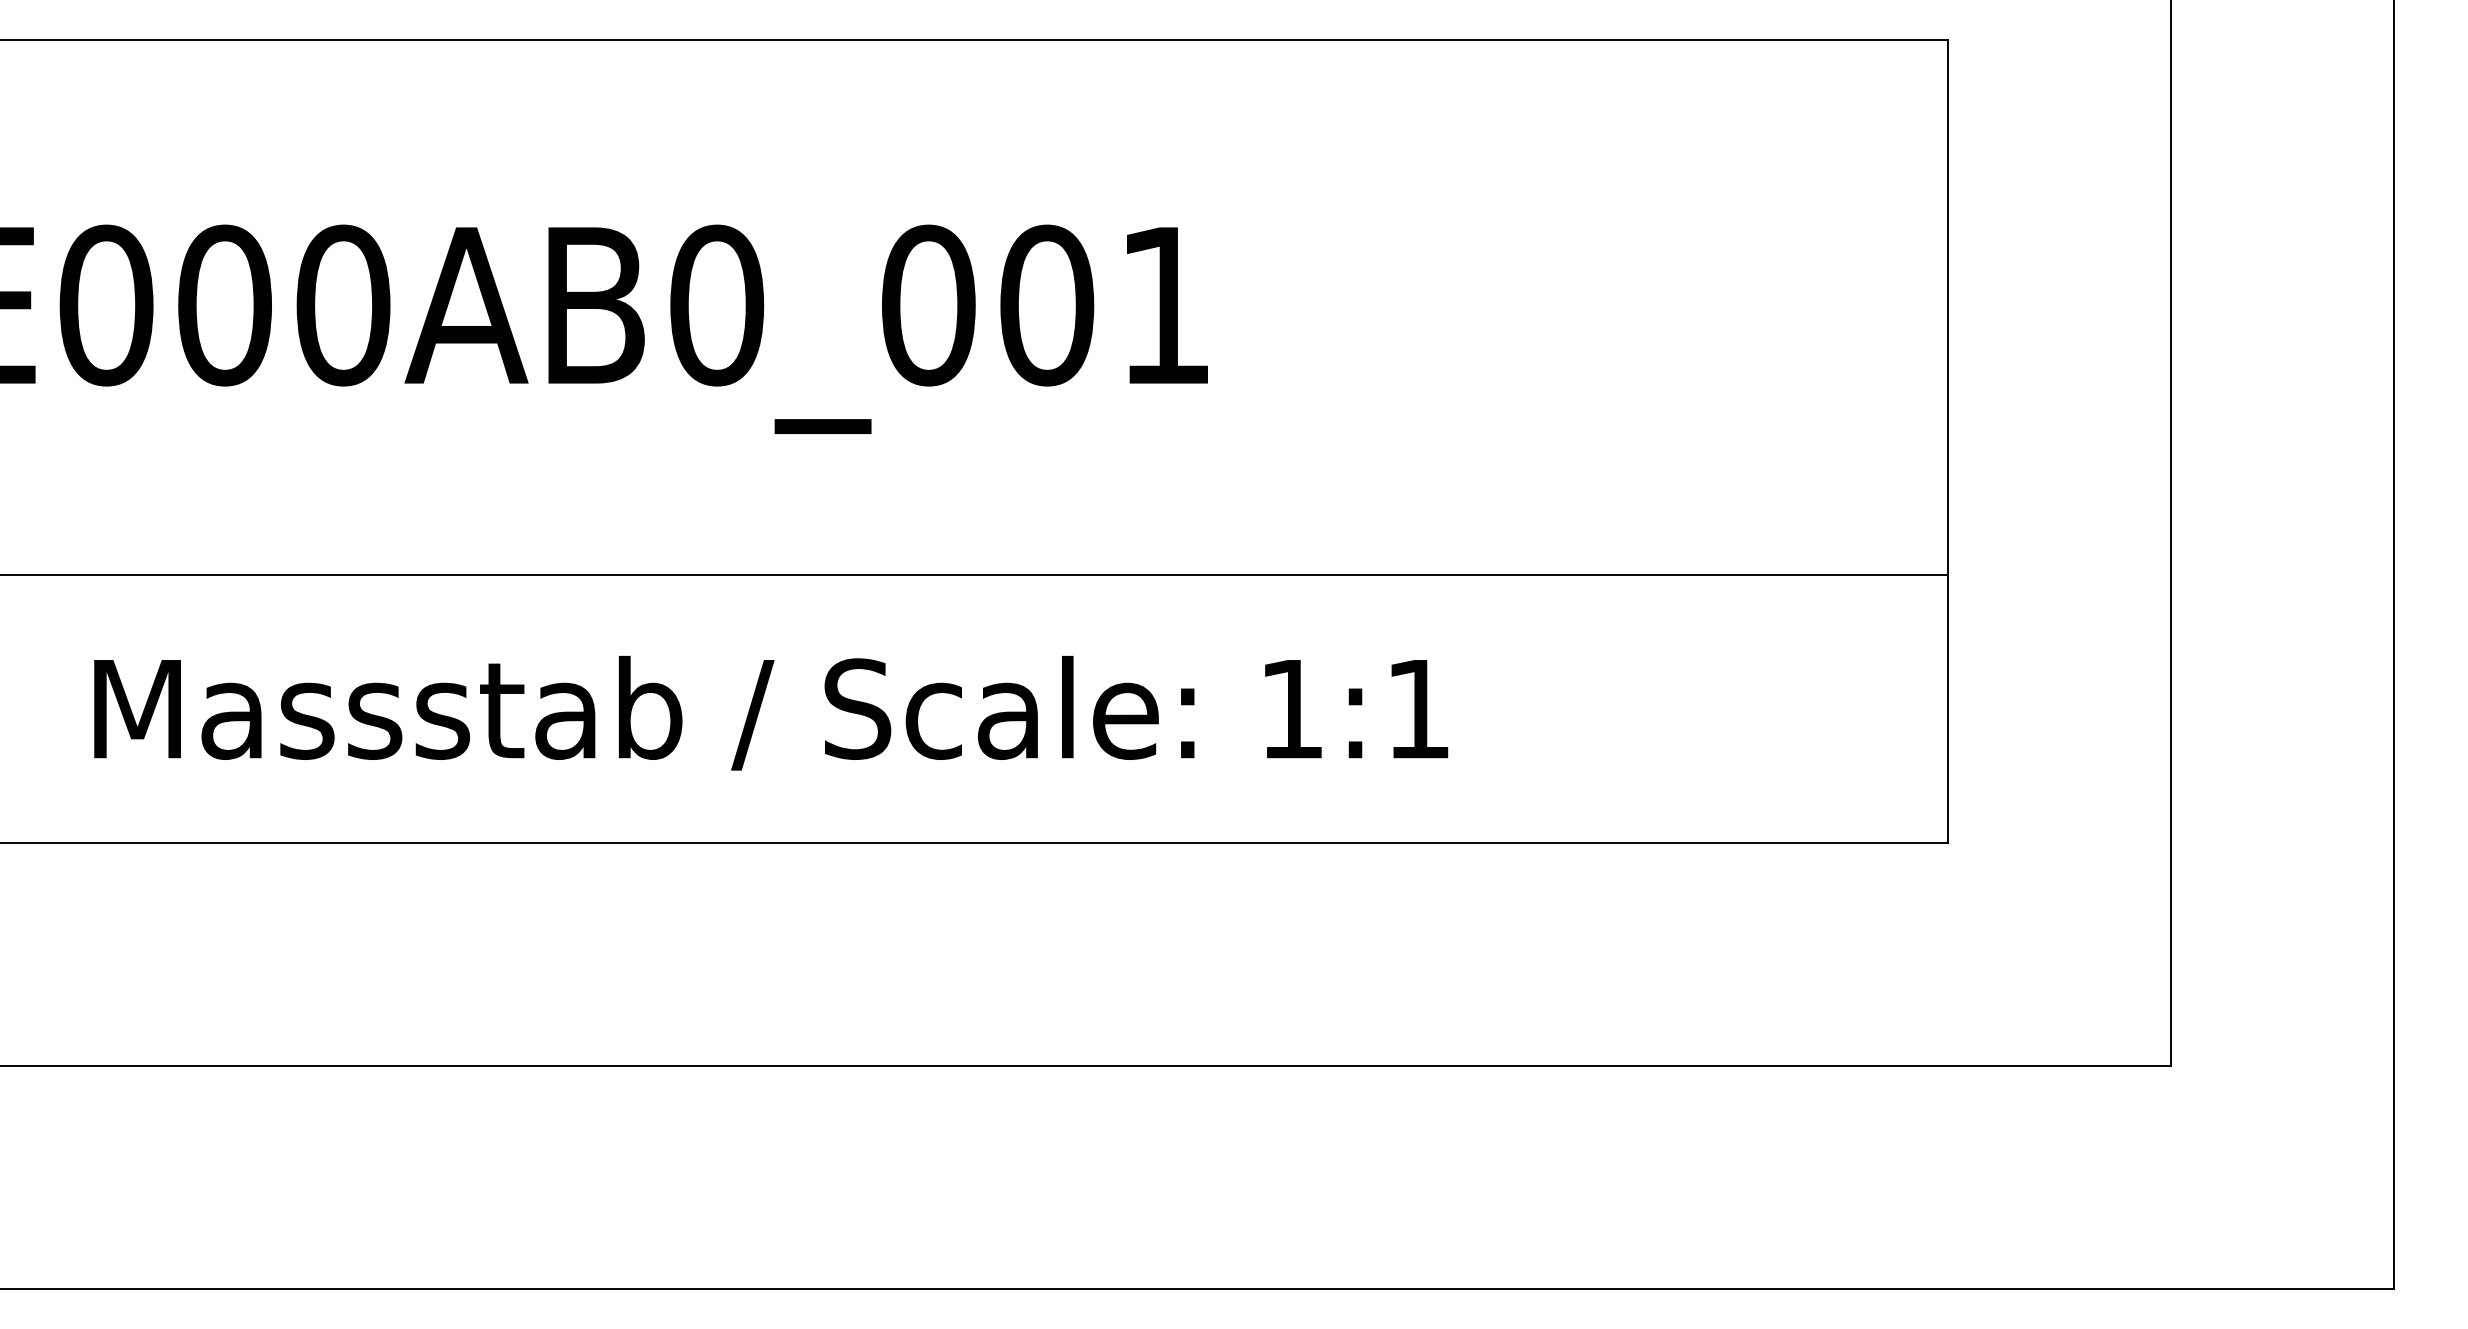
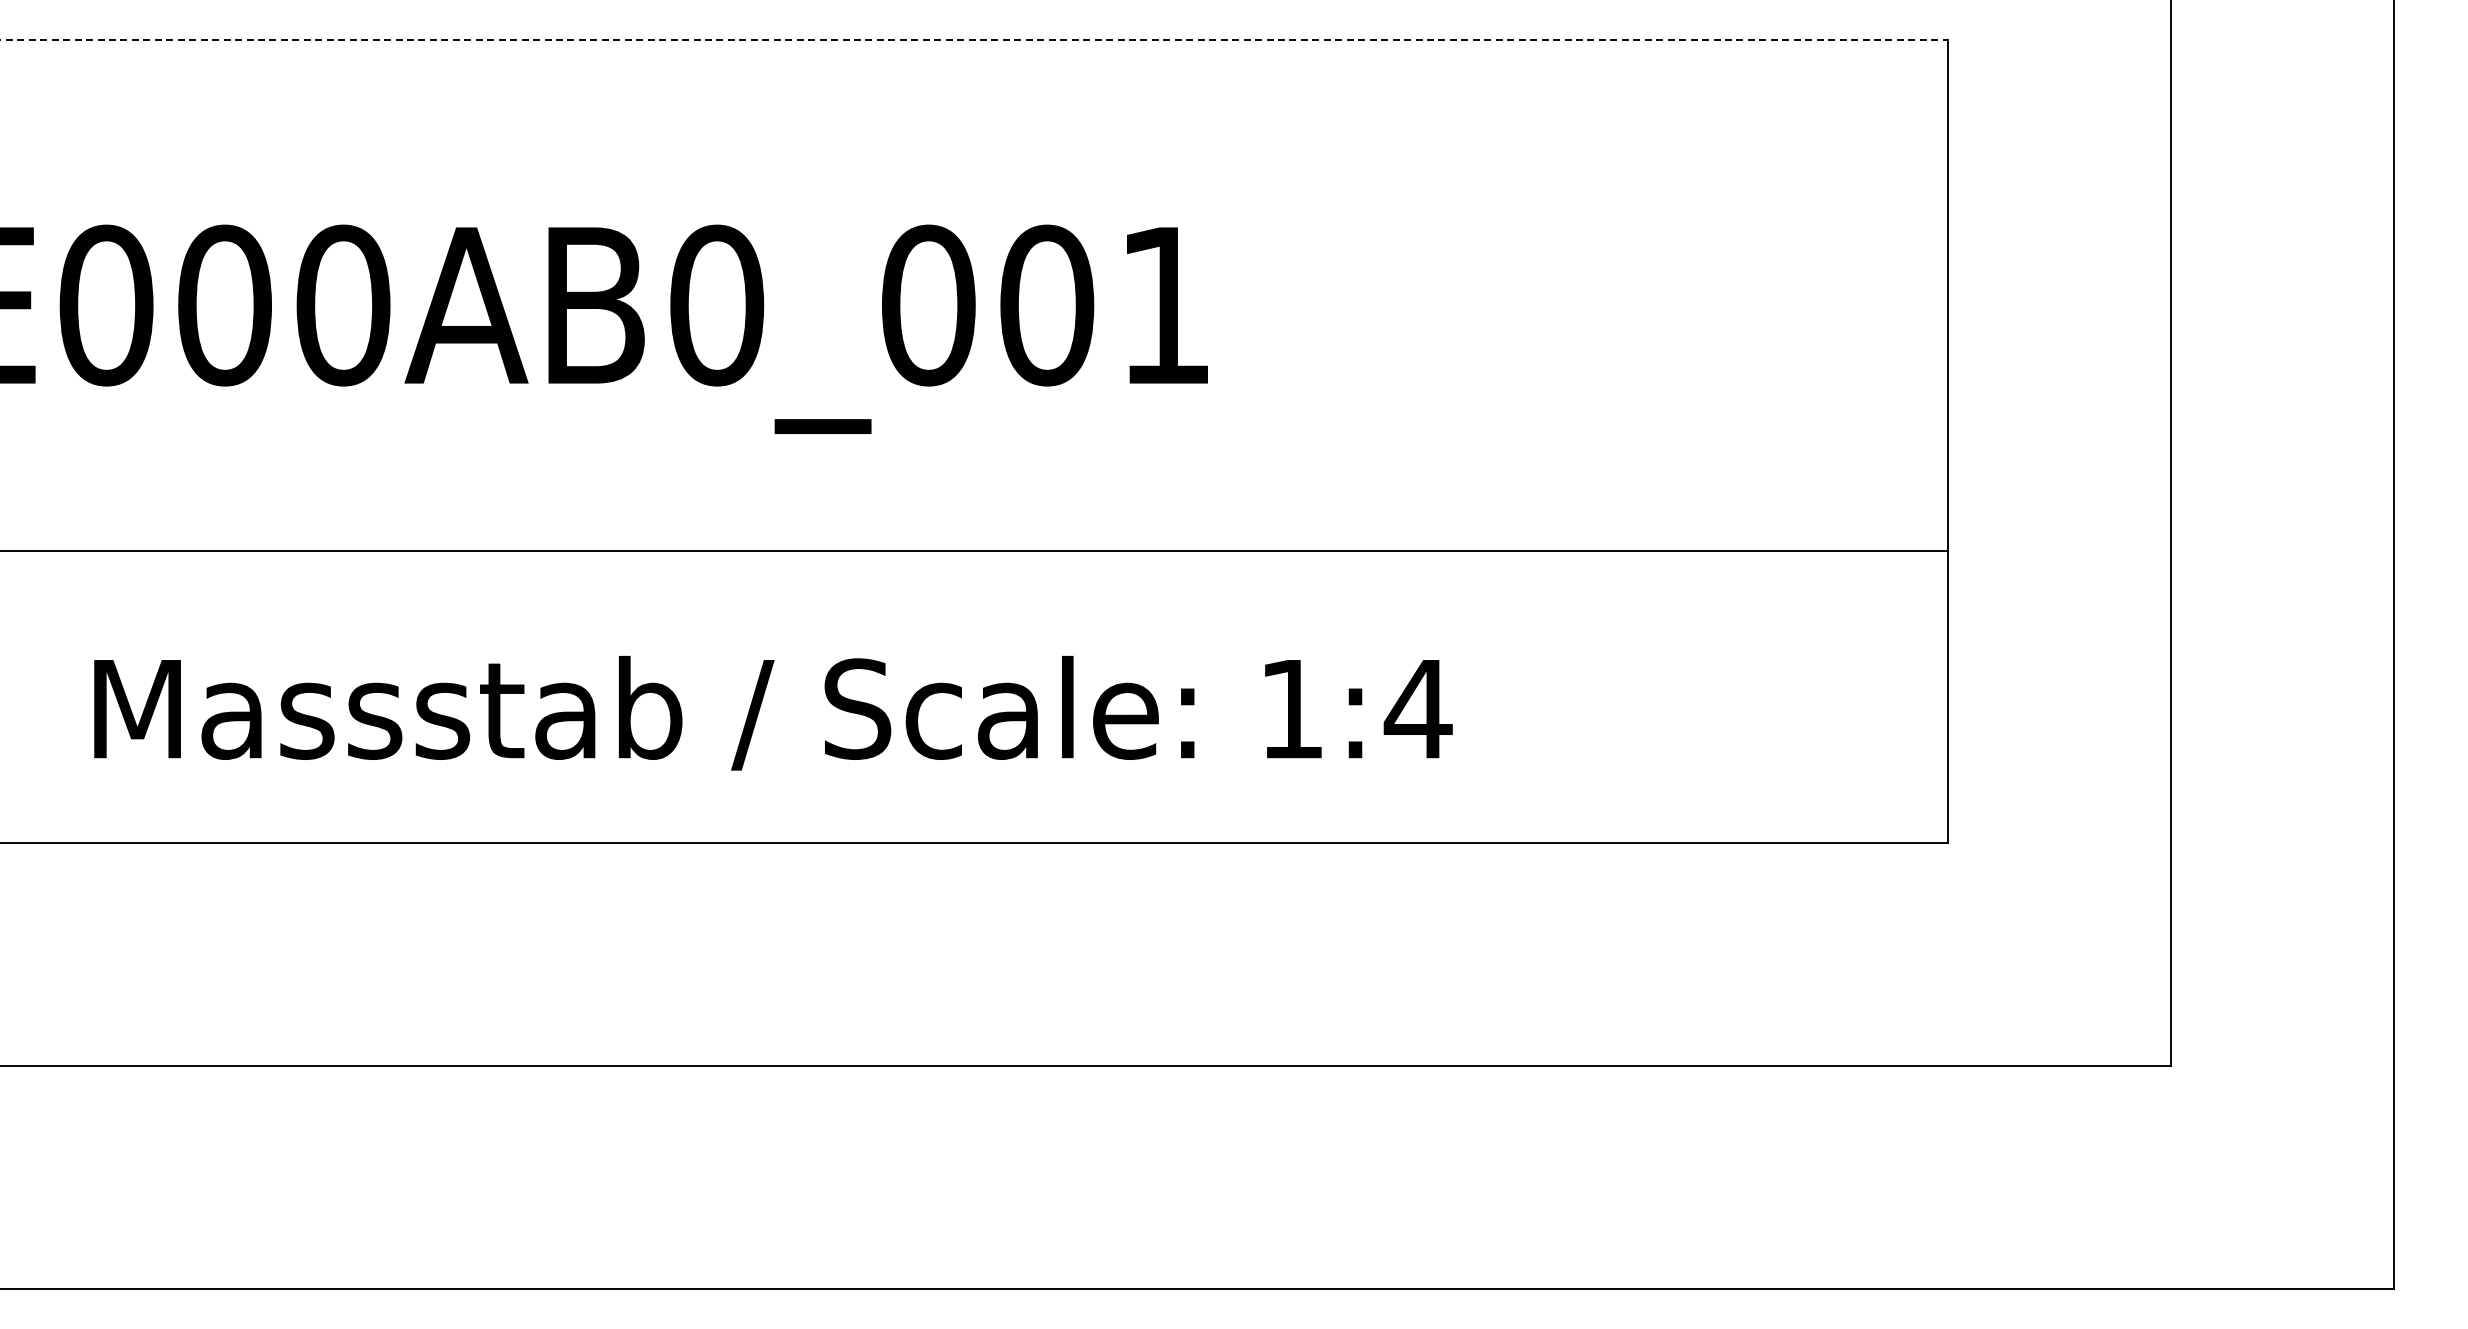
line at (974, 39): solid -> dashed
line at (974, 575) position: (974, 575) -> (974, 551)
text at (1417, 709): 1:1 -> 1:4
